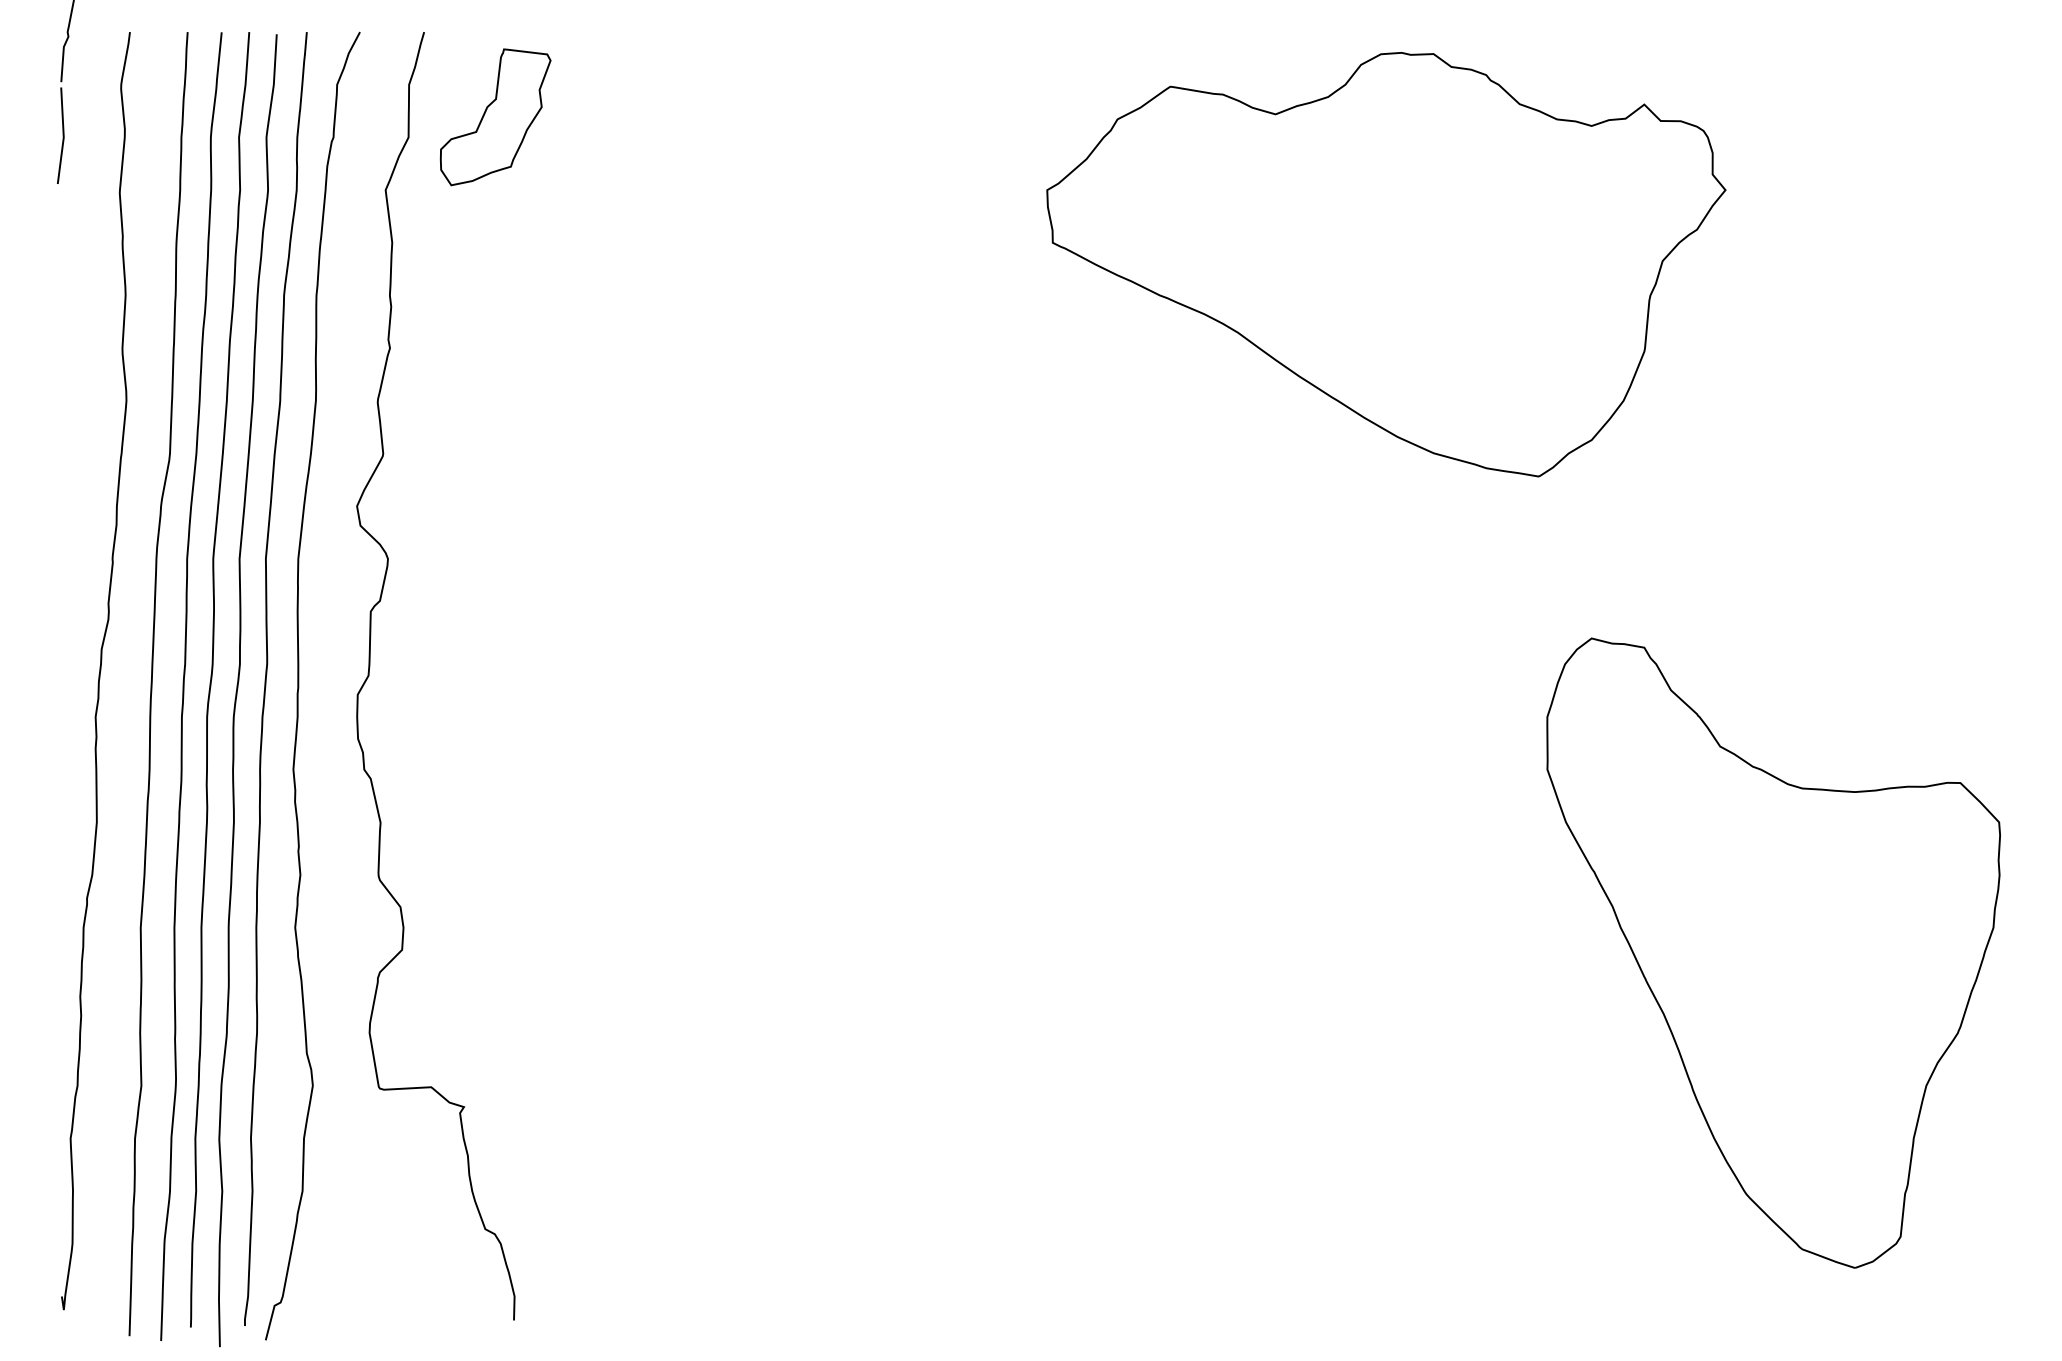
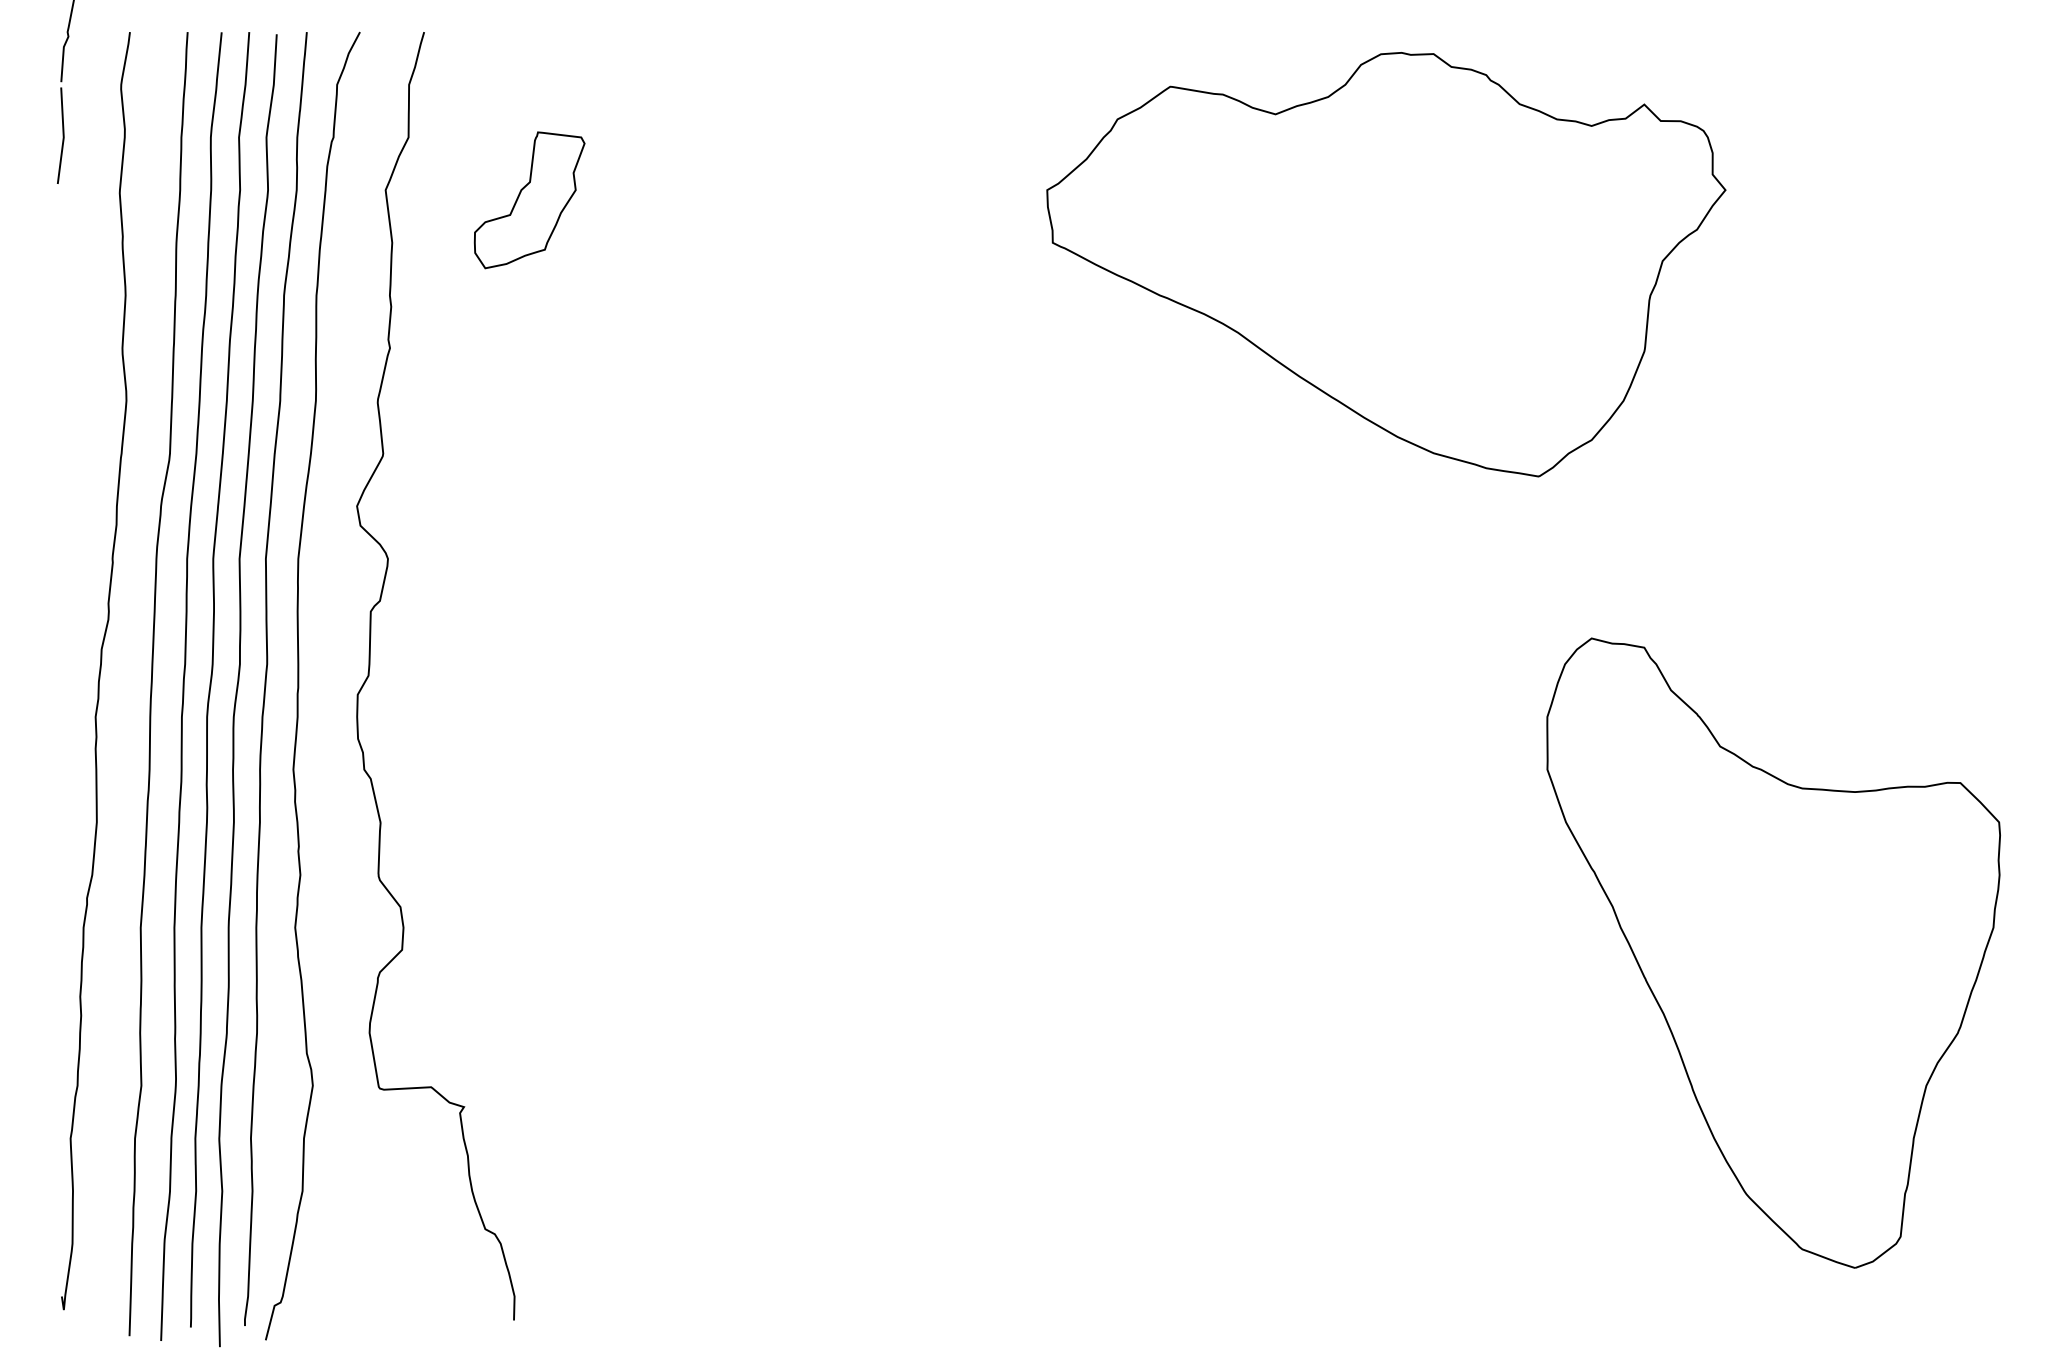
part at (495, 117) position: (495, 117) -> (529, 200)
